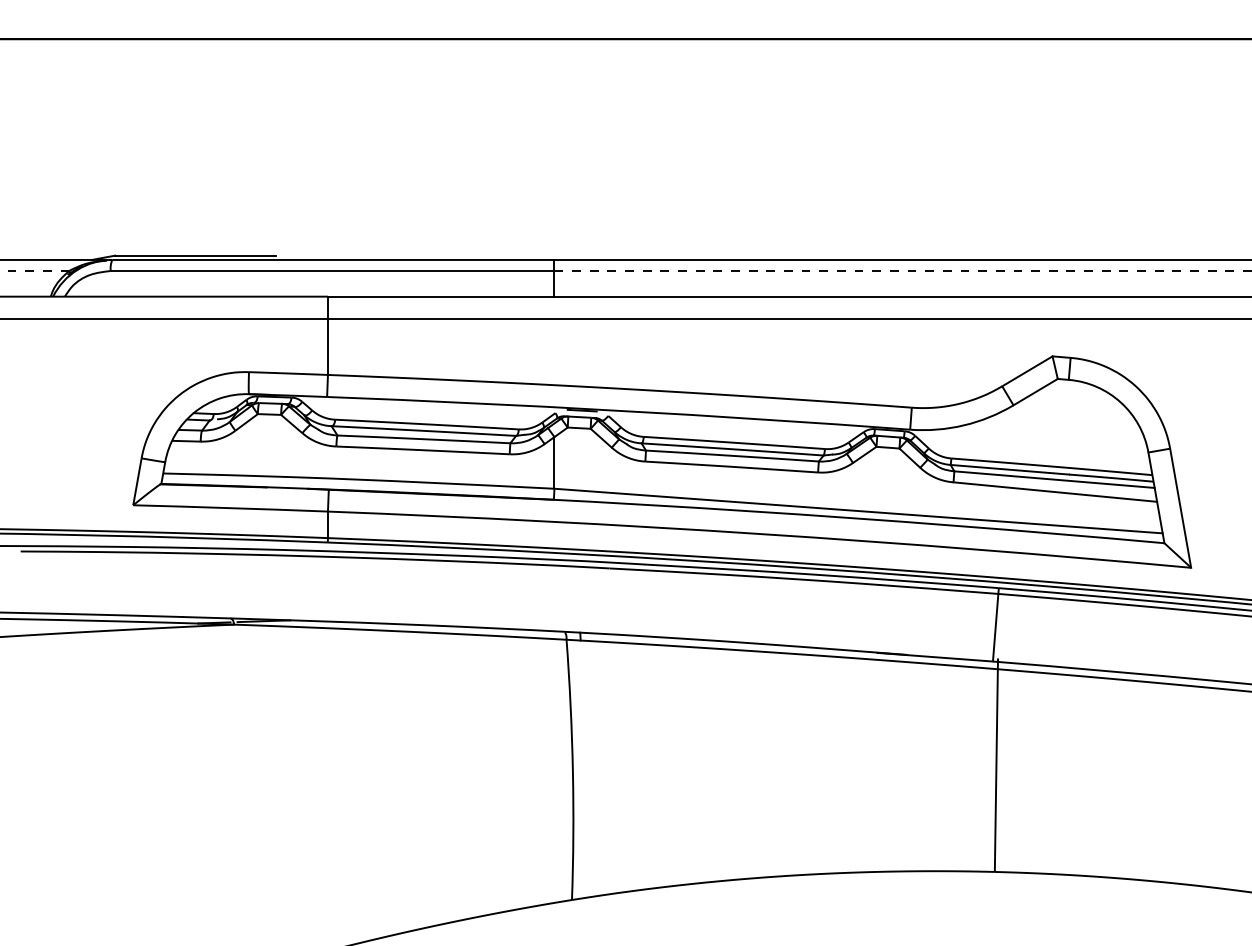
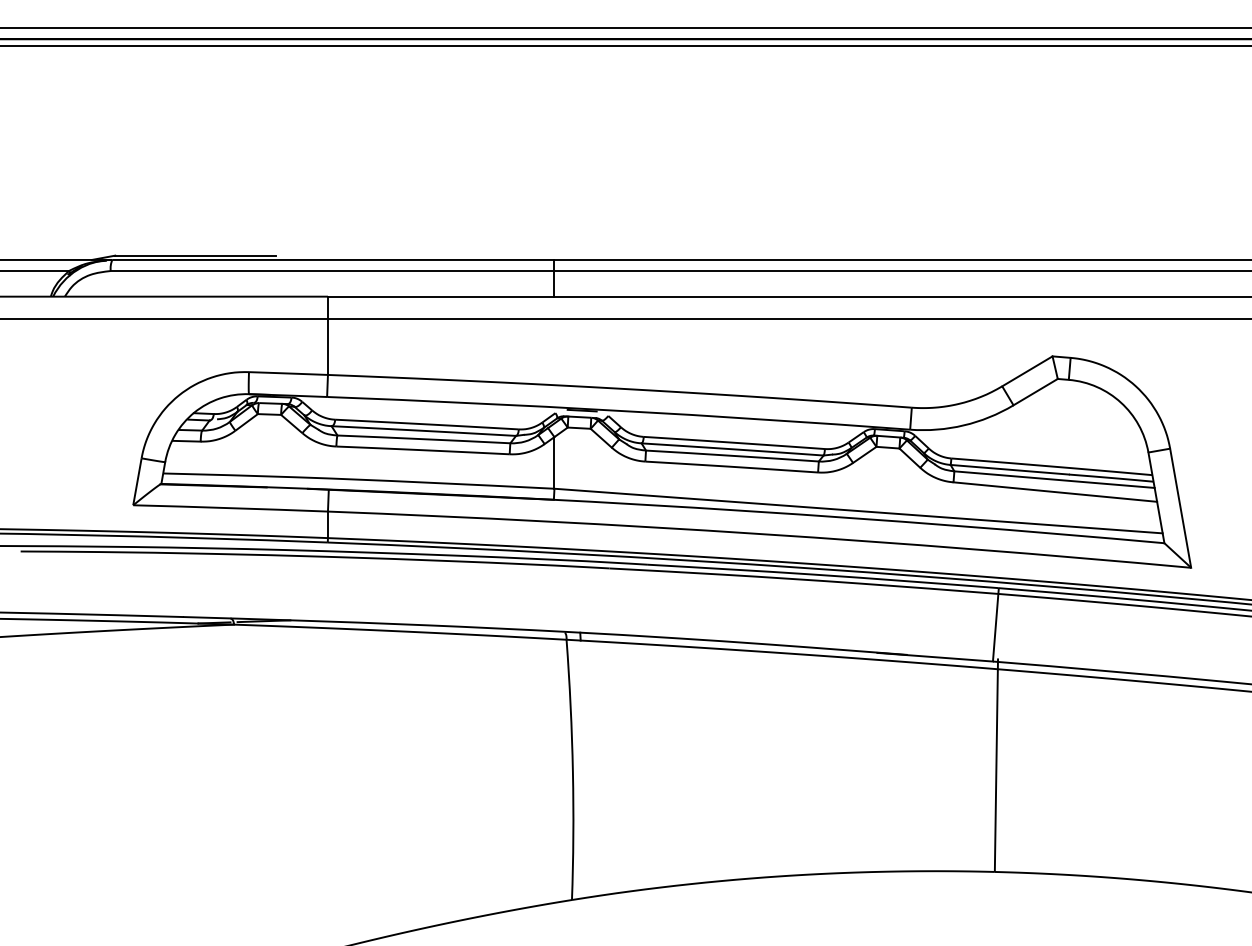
line at (625, 28): none -> present
line at (625, 45): none -> present
line at (34, 270): dashed -> solid
line at (903, 271): dashed -> solid
